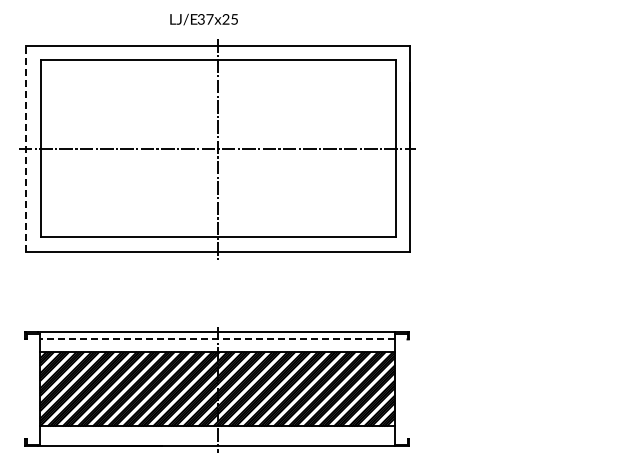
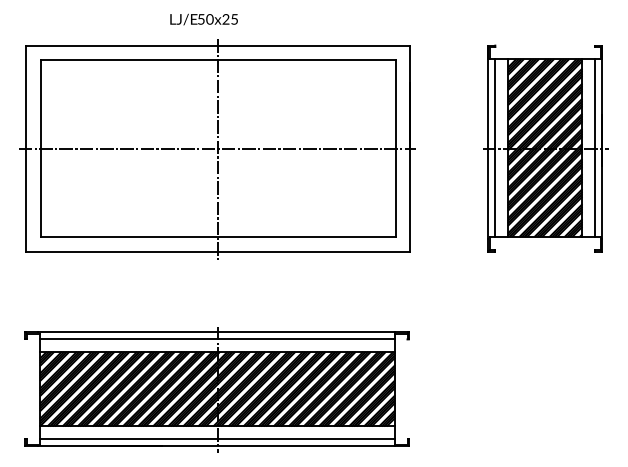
text at (205, 19): 37x25 -> 50x25
line at (26, 148): dashed -> solid
part at (545, 148): none -> present
line at (217, 339): dashed -> solid
line at (217, 438): none -> present
